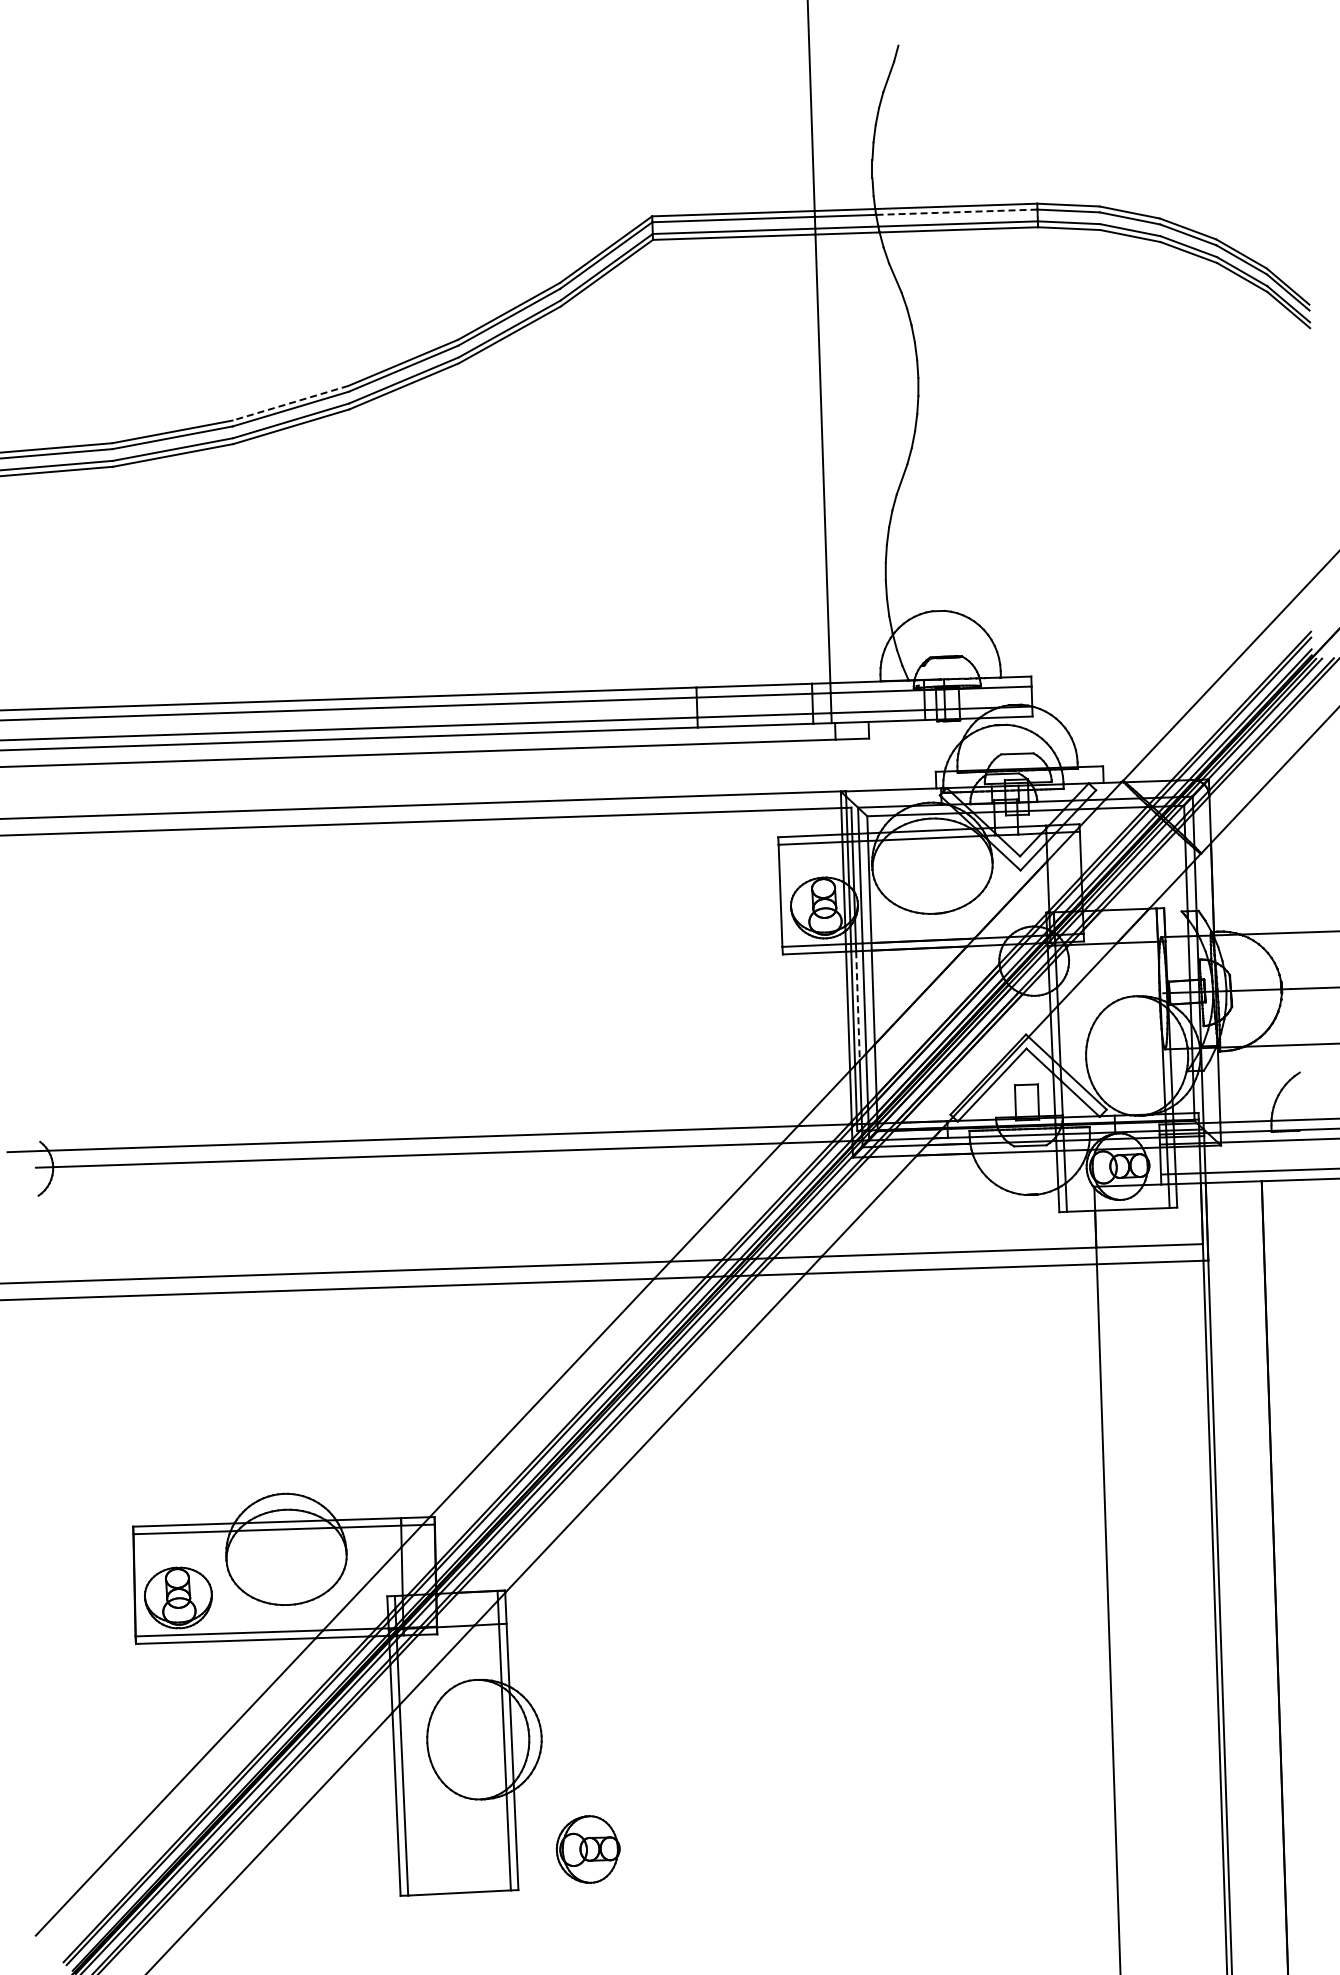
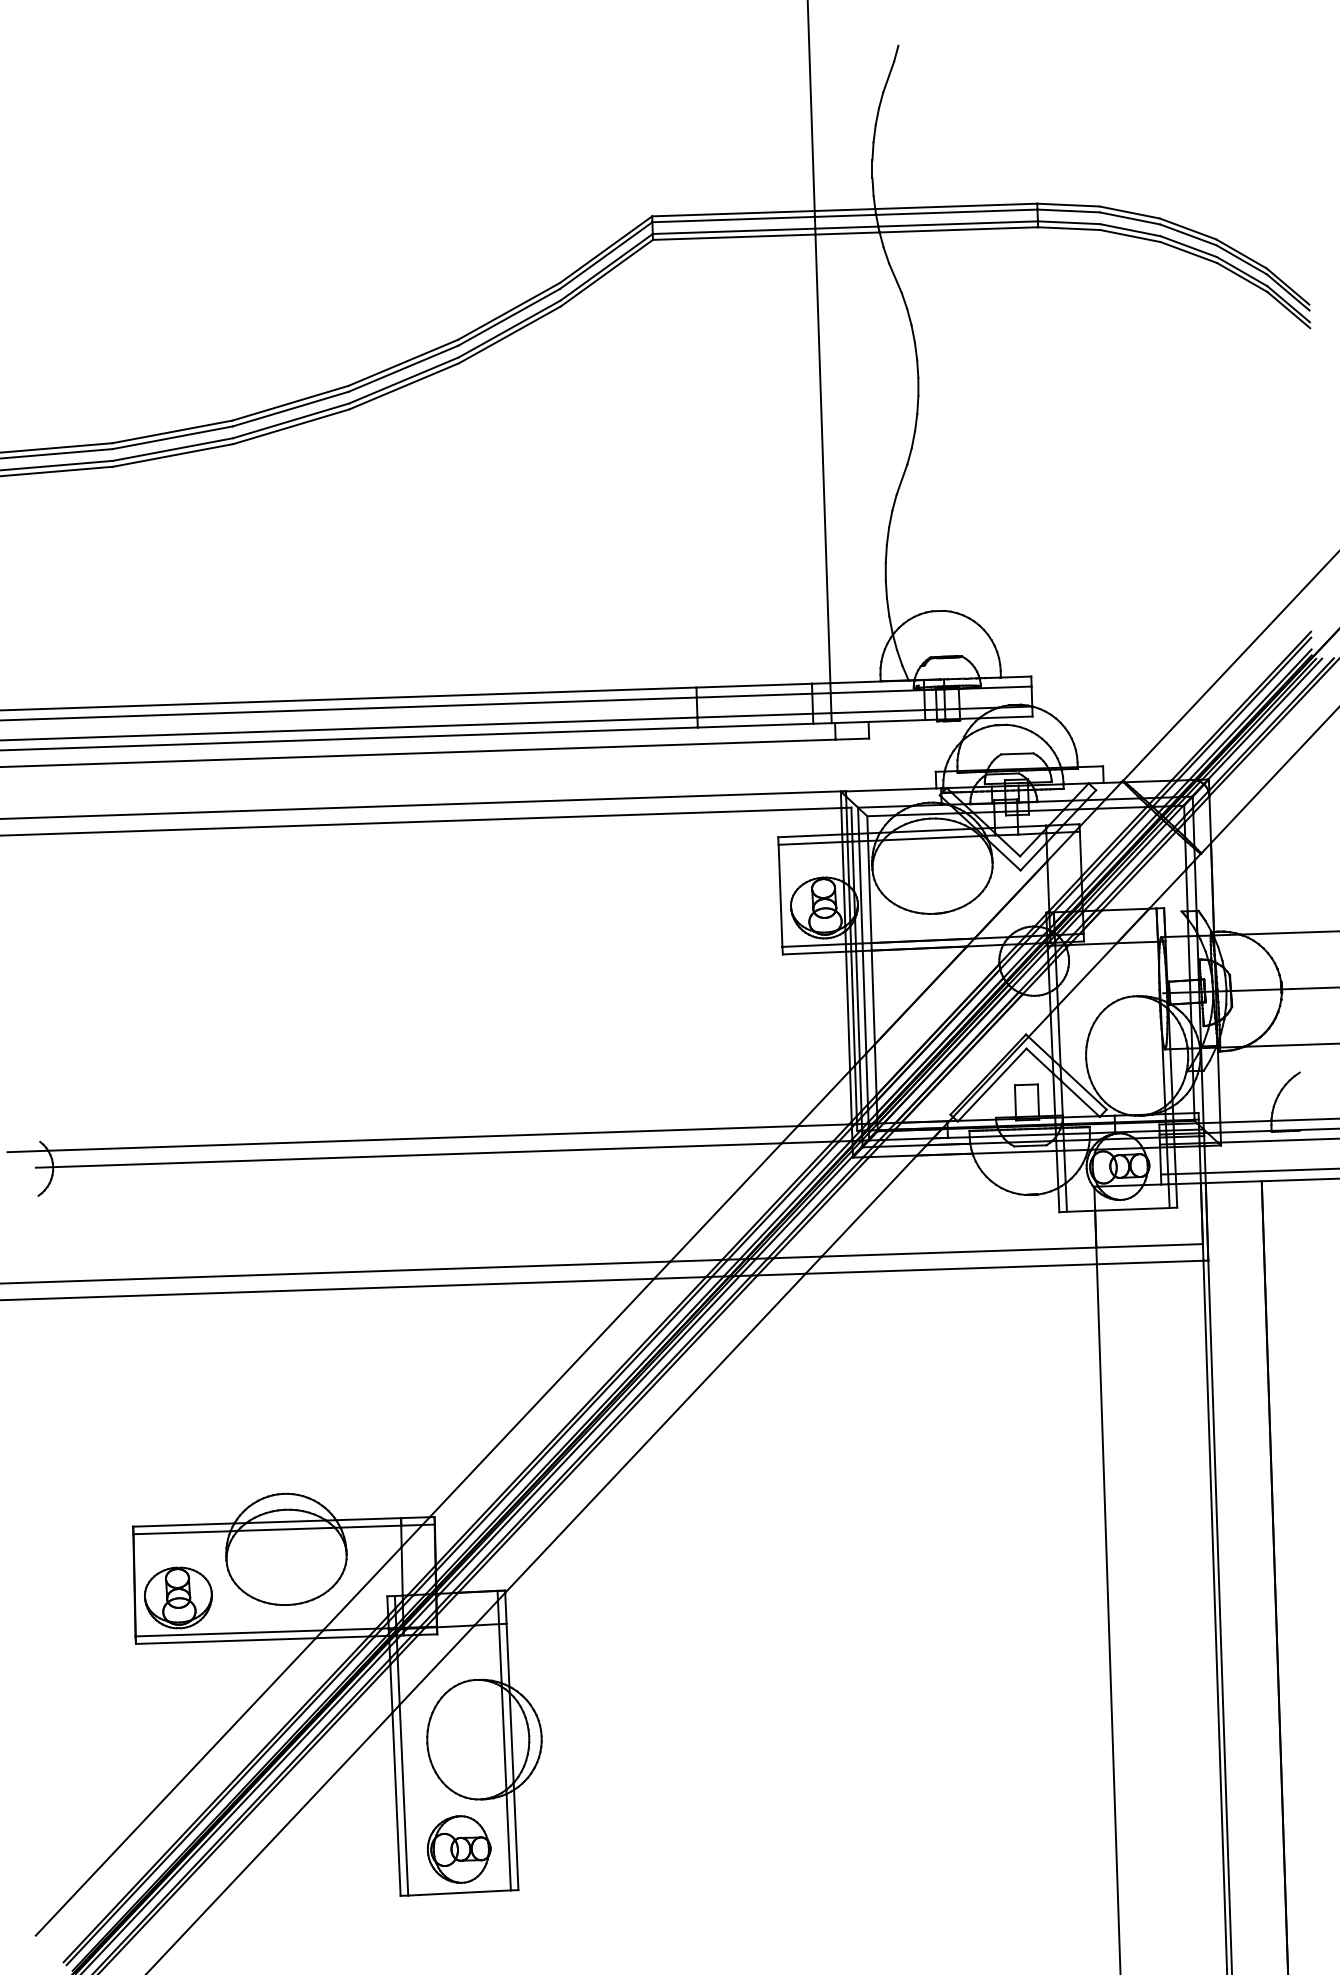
line at (956, 212): dashed -> solid
line at (290, 403): dashed -> solid
line at (857, 1005): dashed -> solid
part at (587, 1849) position: (587, 1849) -> (458, 1849)
